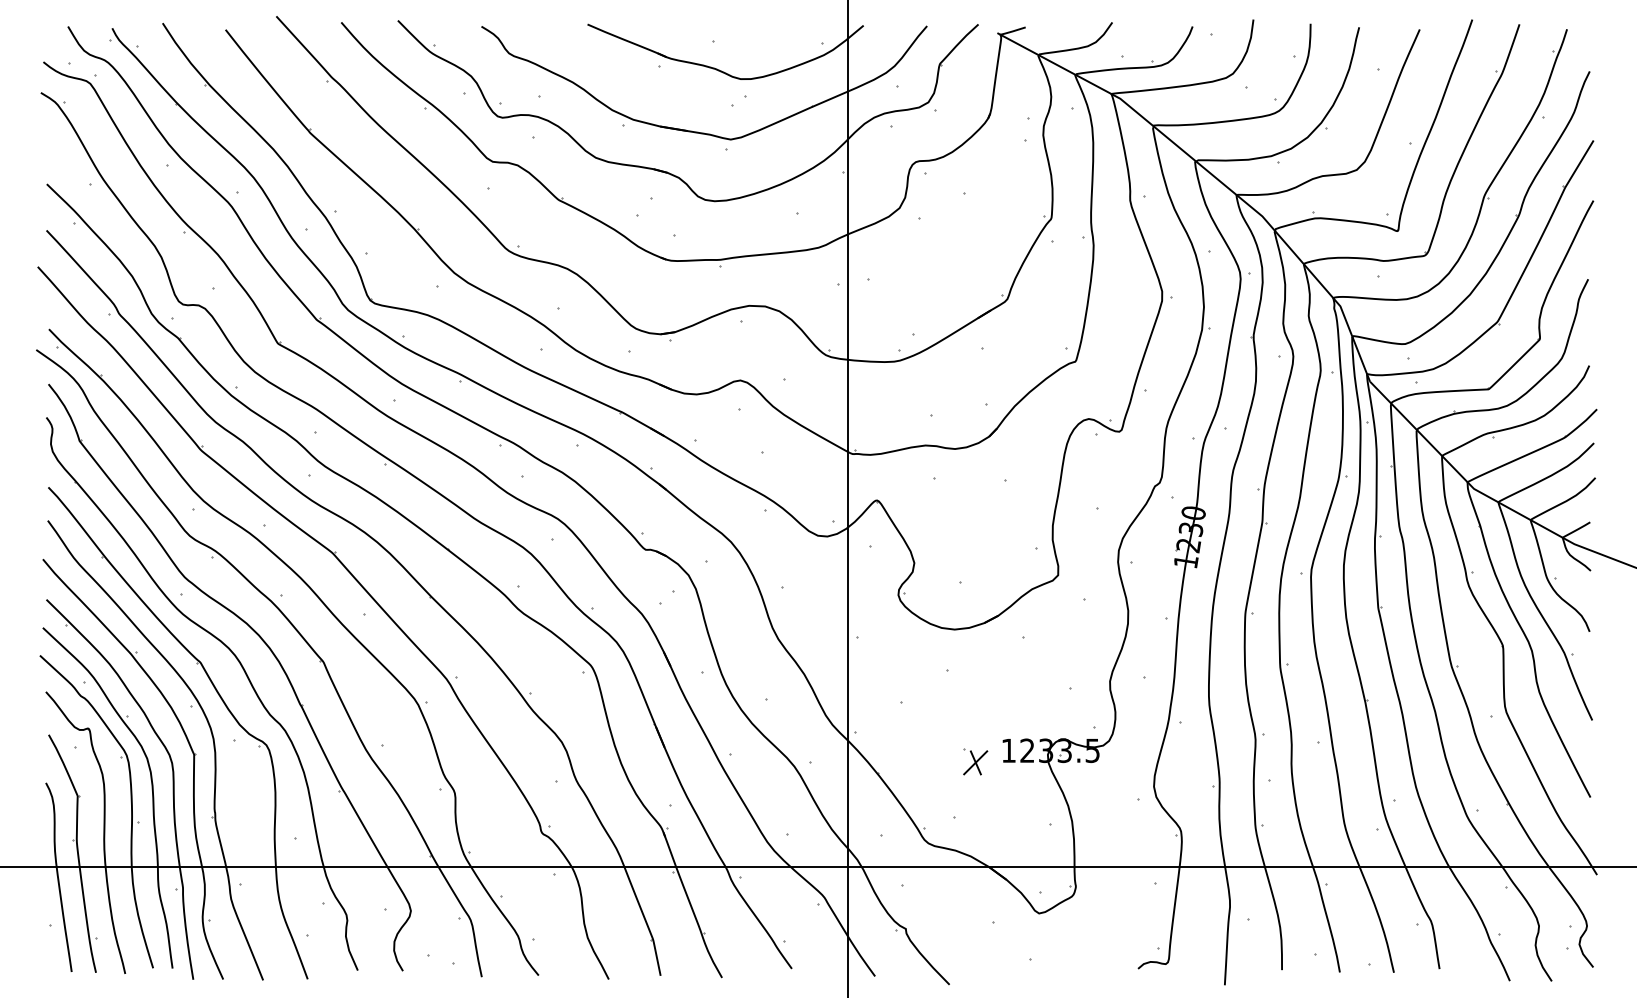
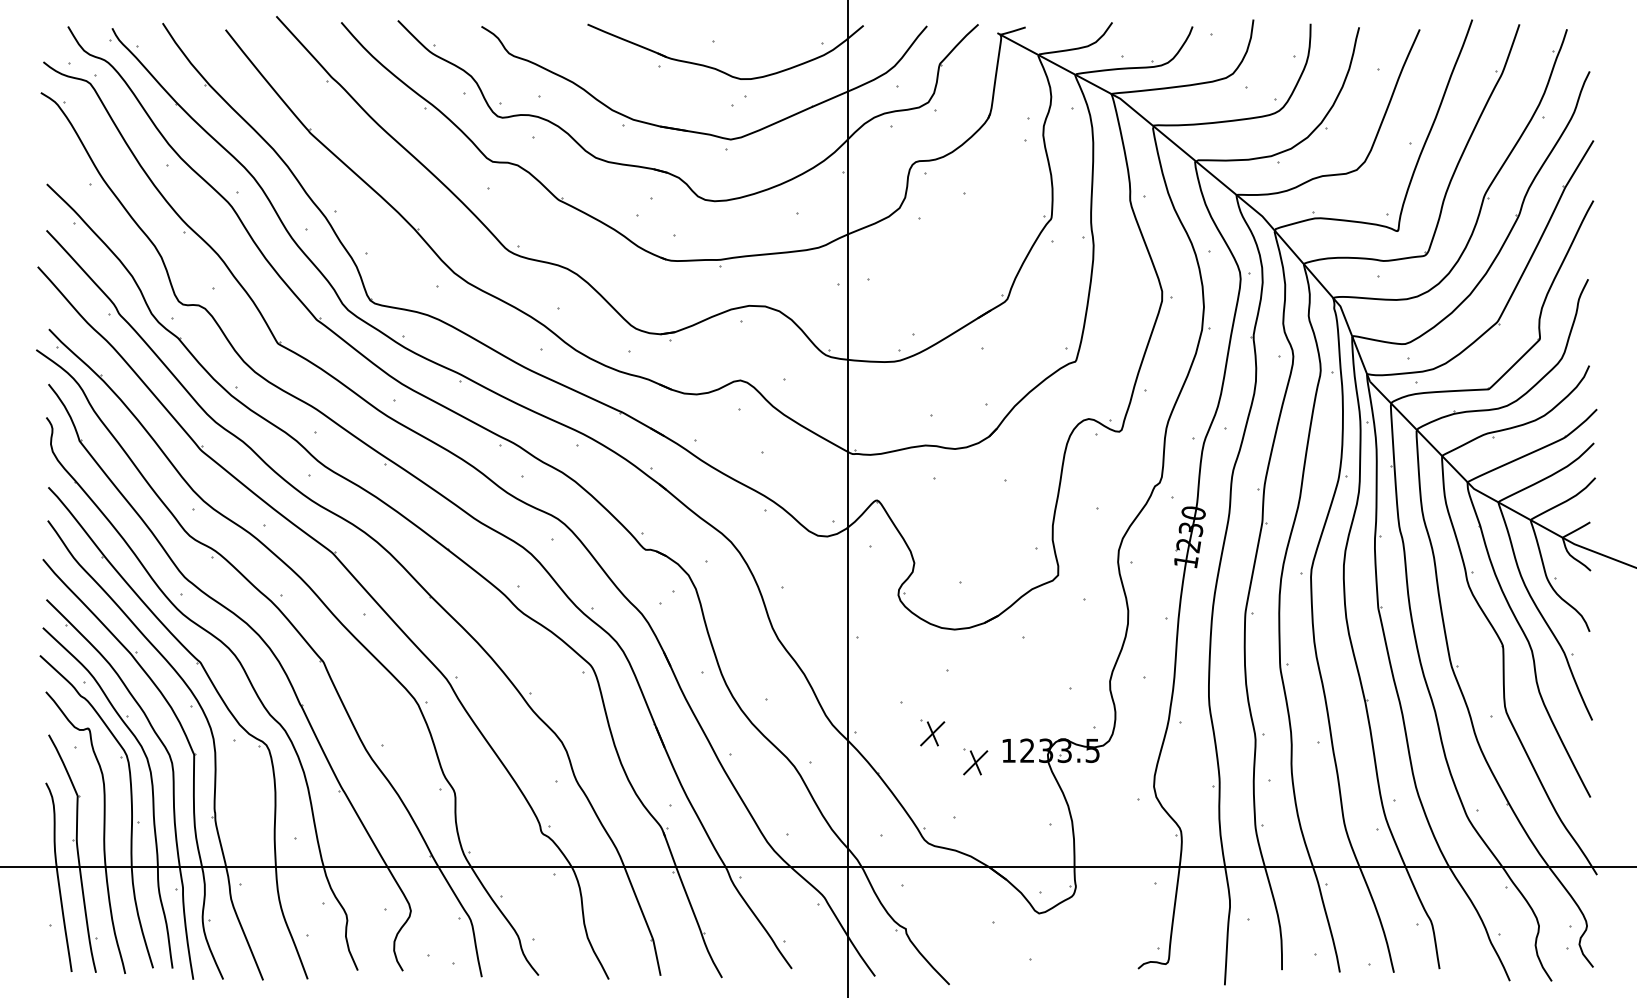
part at (932, 732): none -> present
